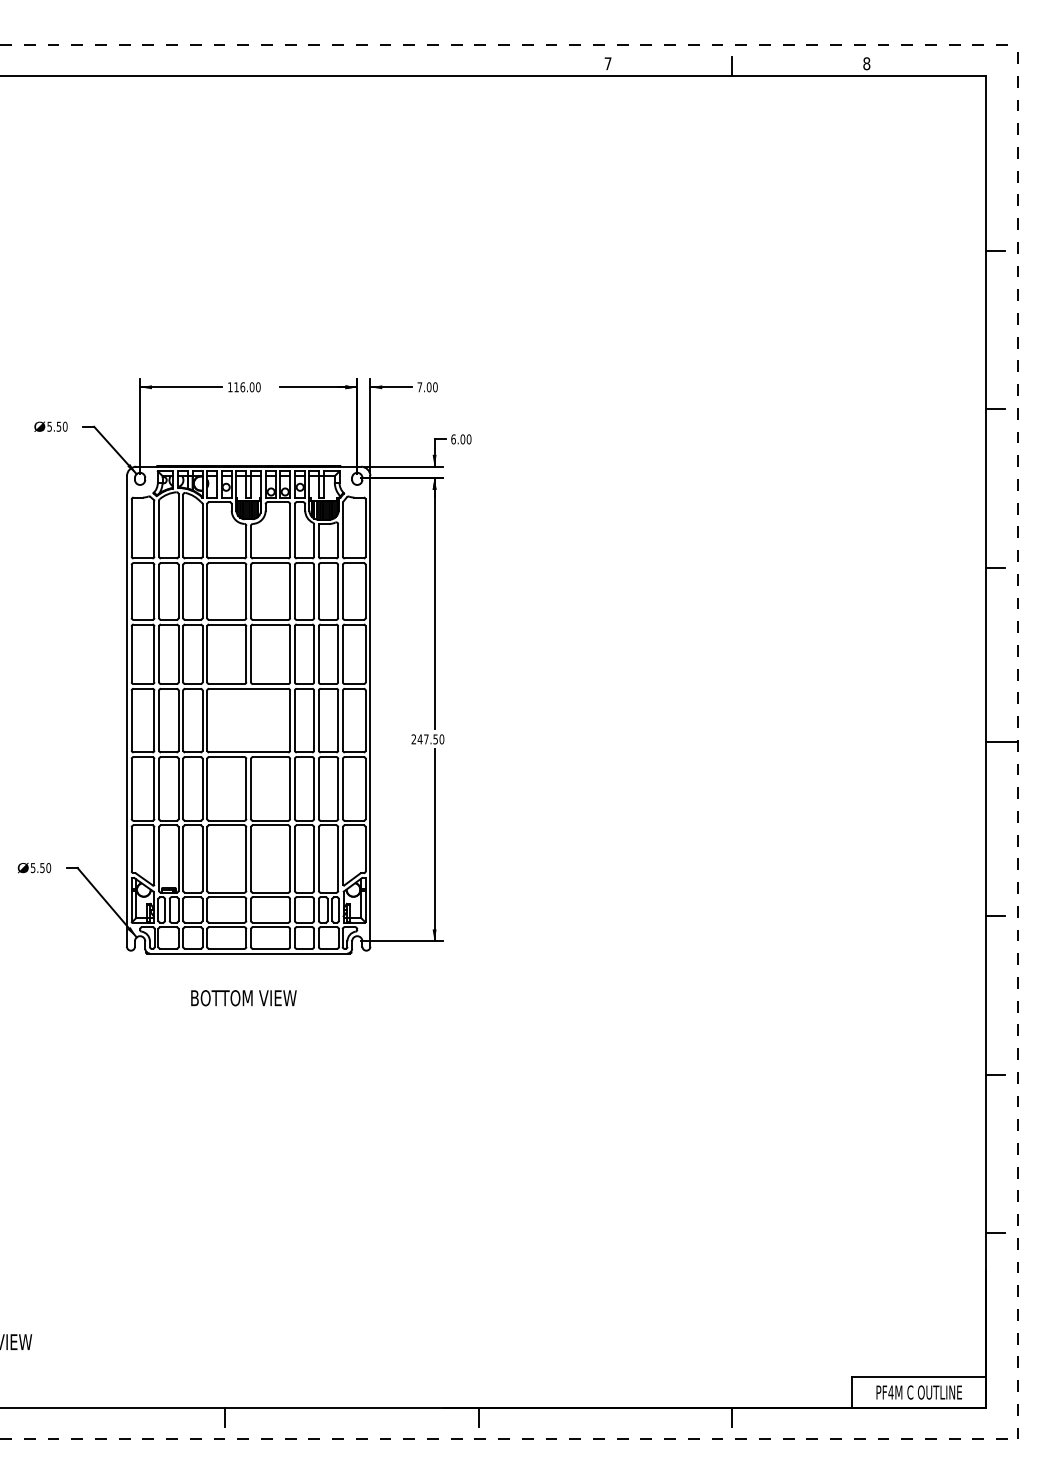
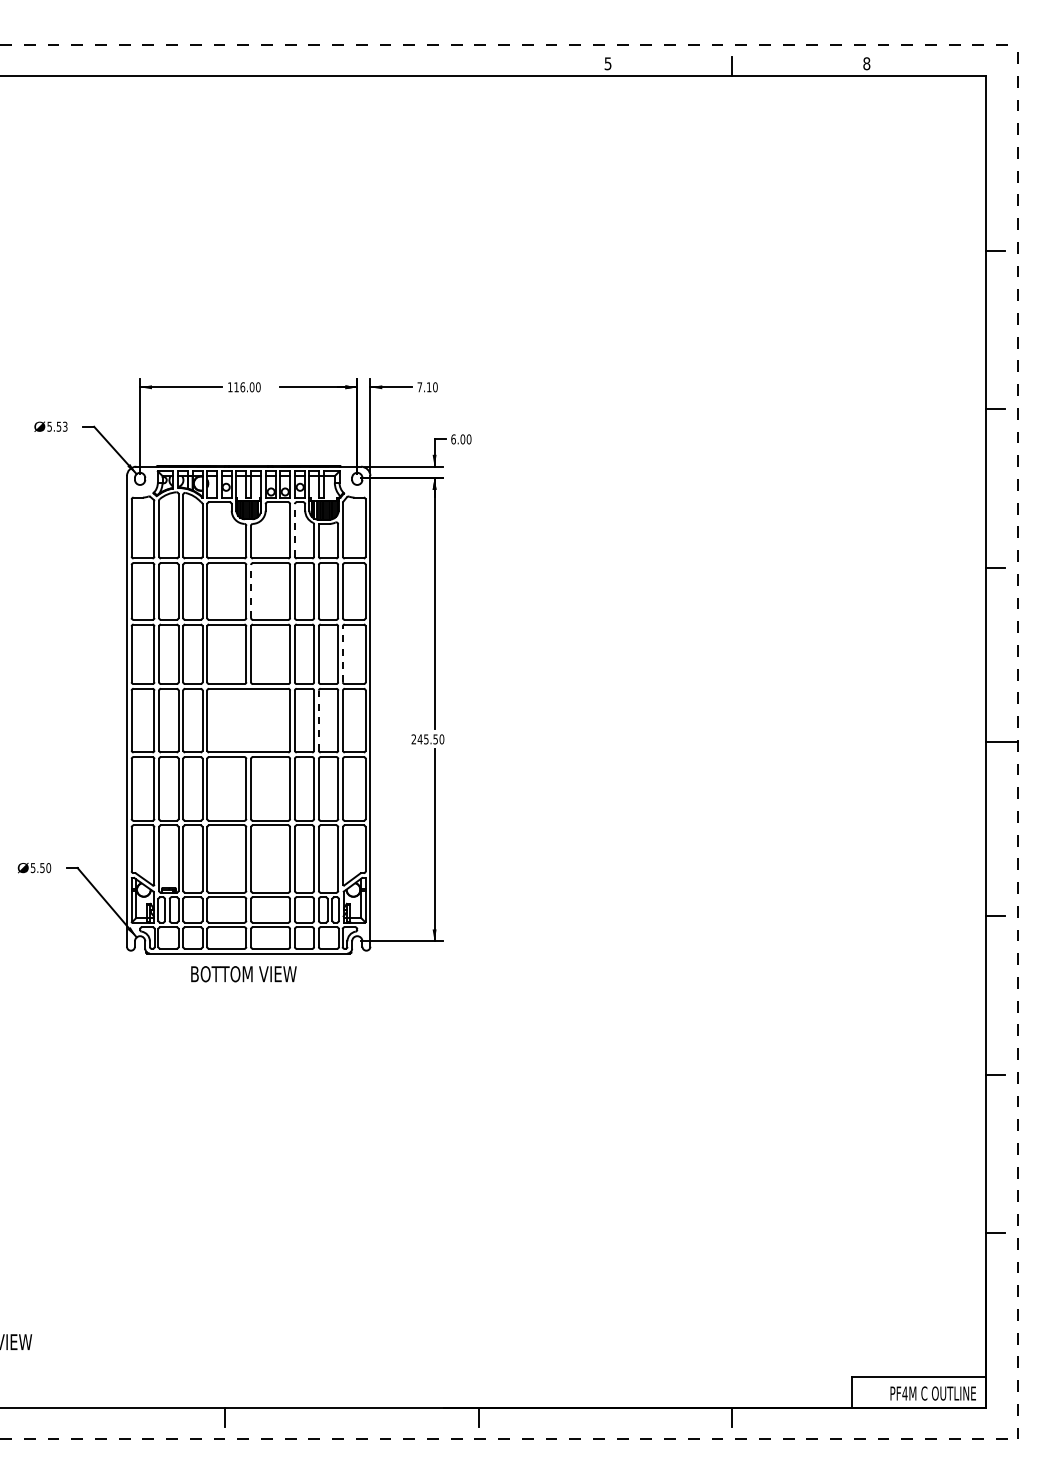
text at (607, 63): 7 -> 5
text at (428, 387): 7.00 -> 7.10
text at (64, 426): 5.50 -> 5.53
line at (294, 529): solid -> dashed
line at (251, 591): solid -> dashed
line at (342, 654): solid -> dashed
line at (318, 720): solid -> dashed
text at (426, 739): 247.50 -> 245.50
text at (243, 998) position: (243, 998) -> (243, 974)
text at (918, 1392) position: (918, 1392) -> (932, 1393)
